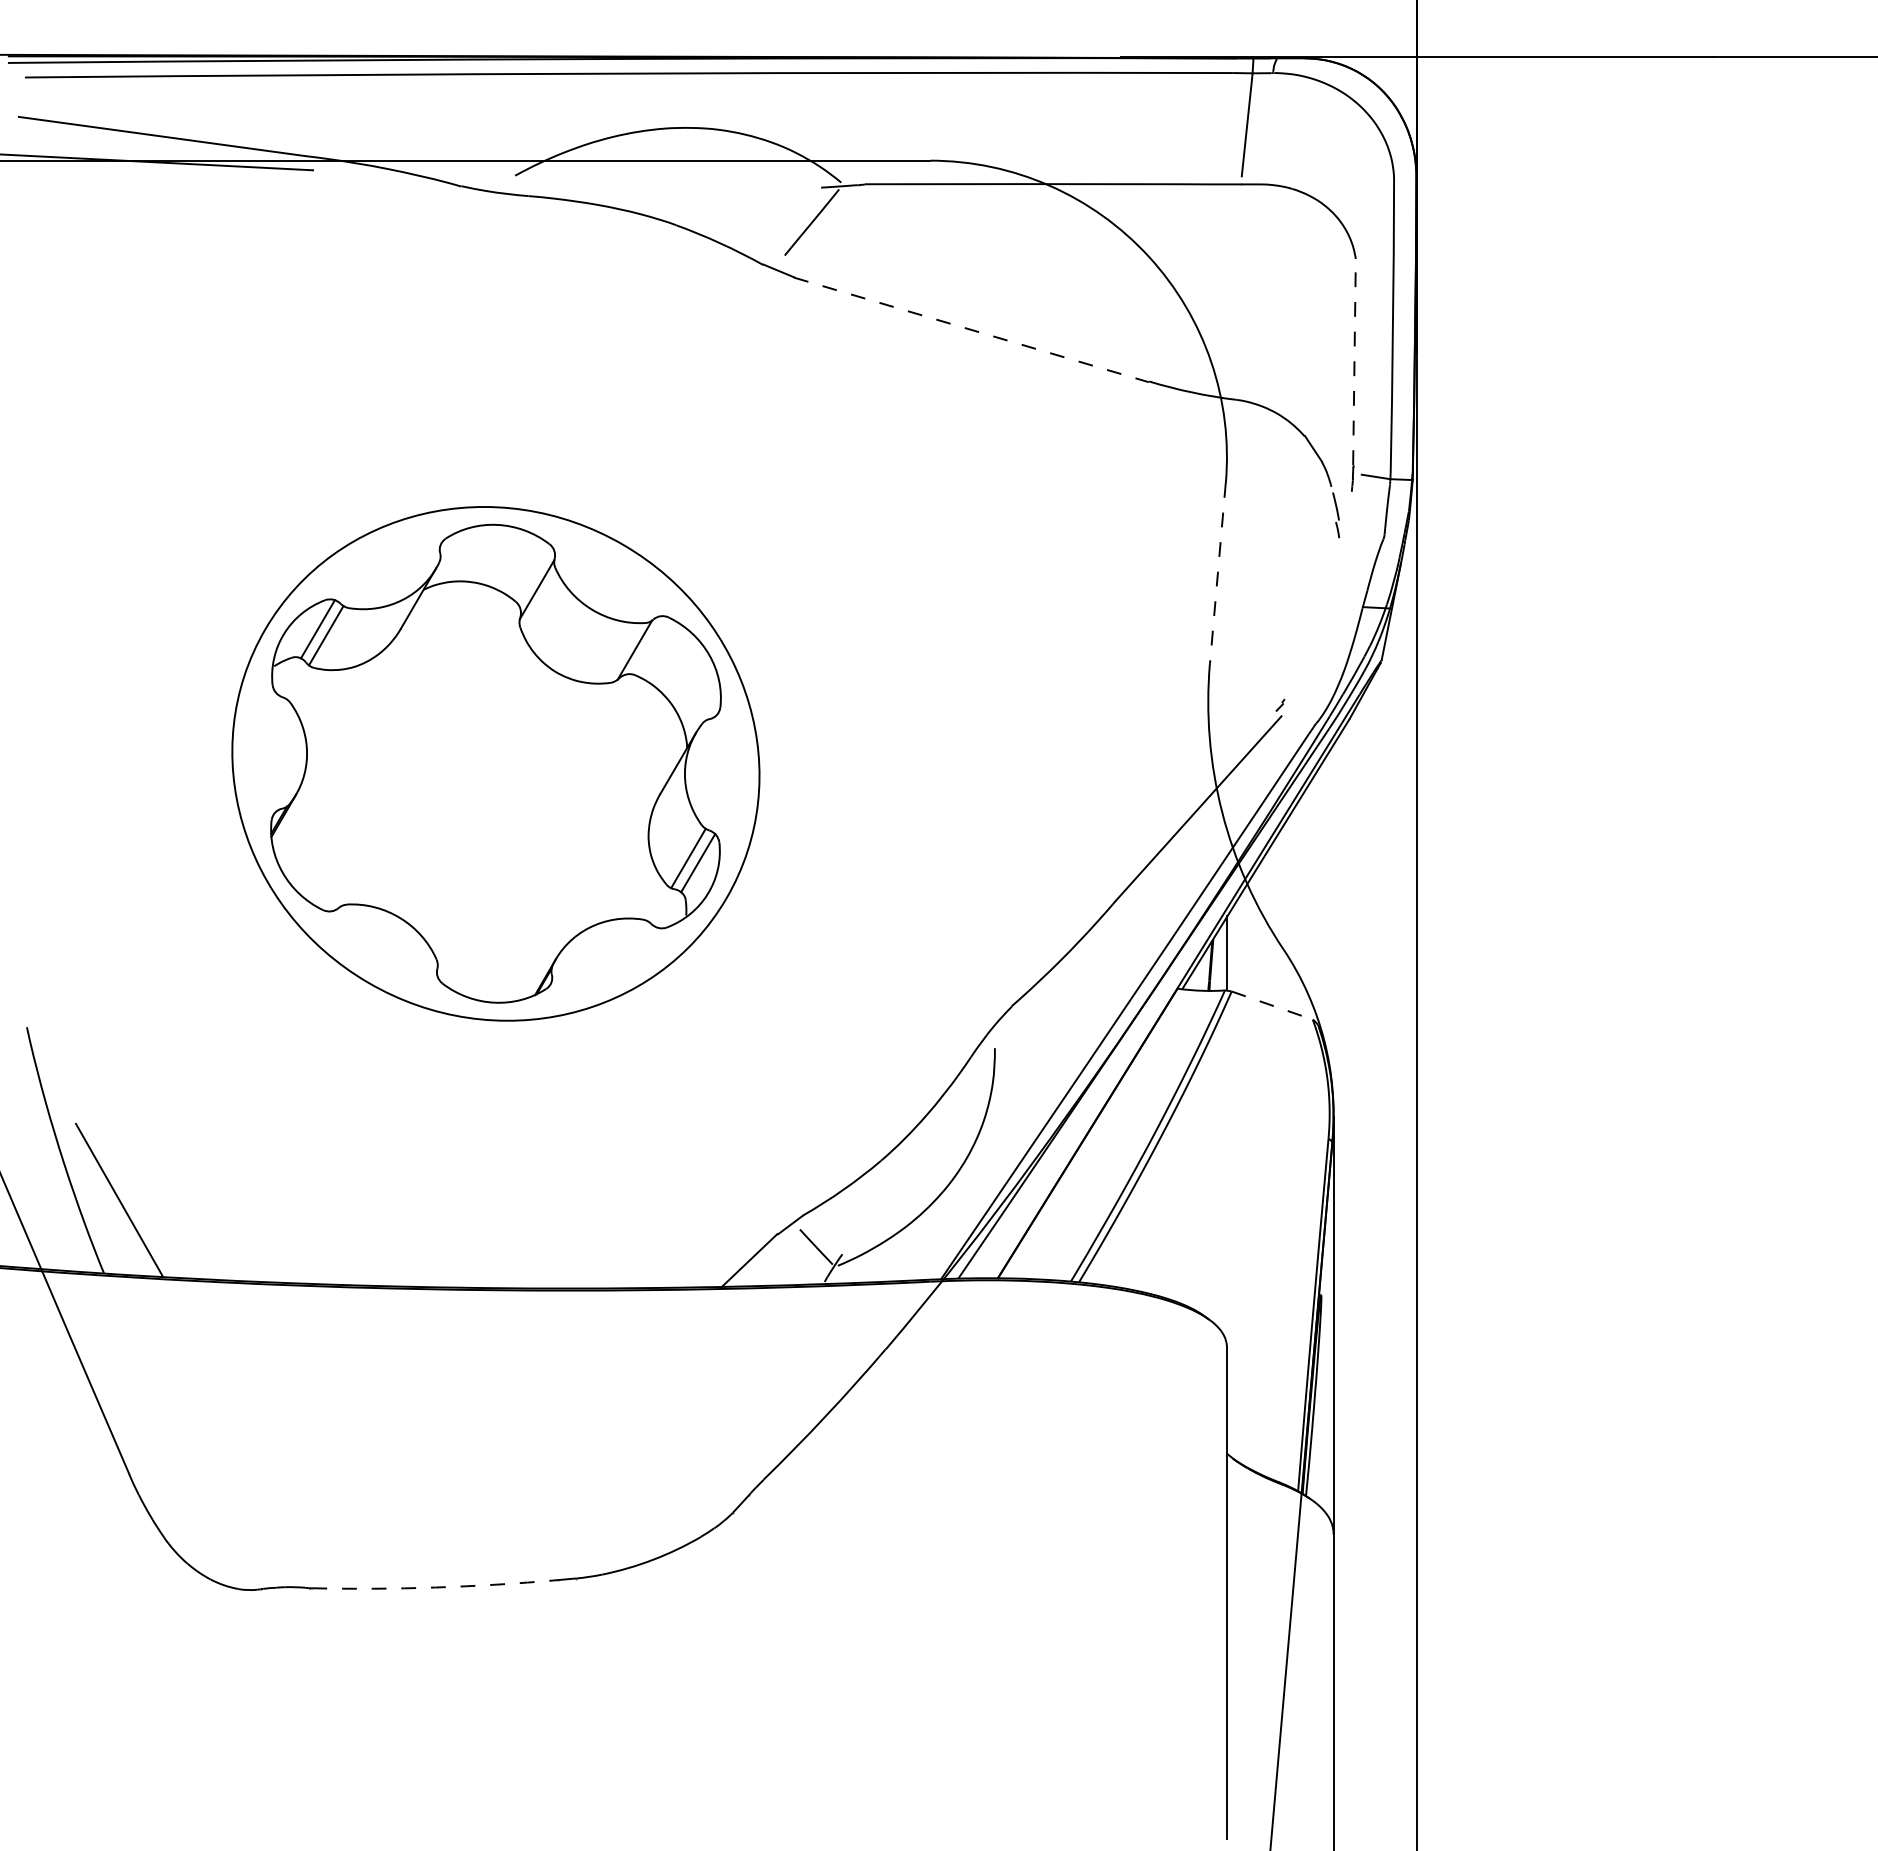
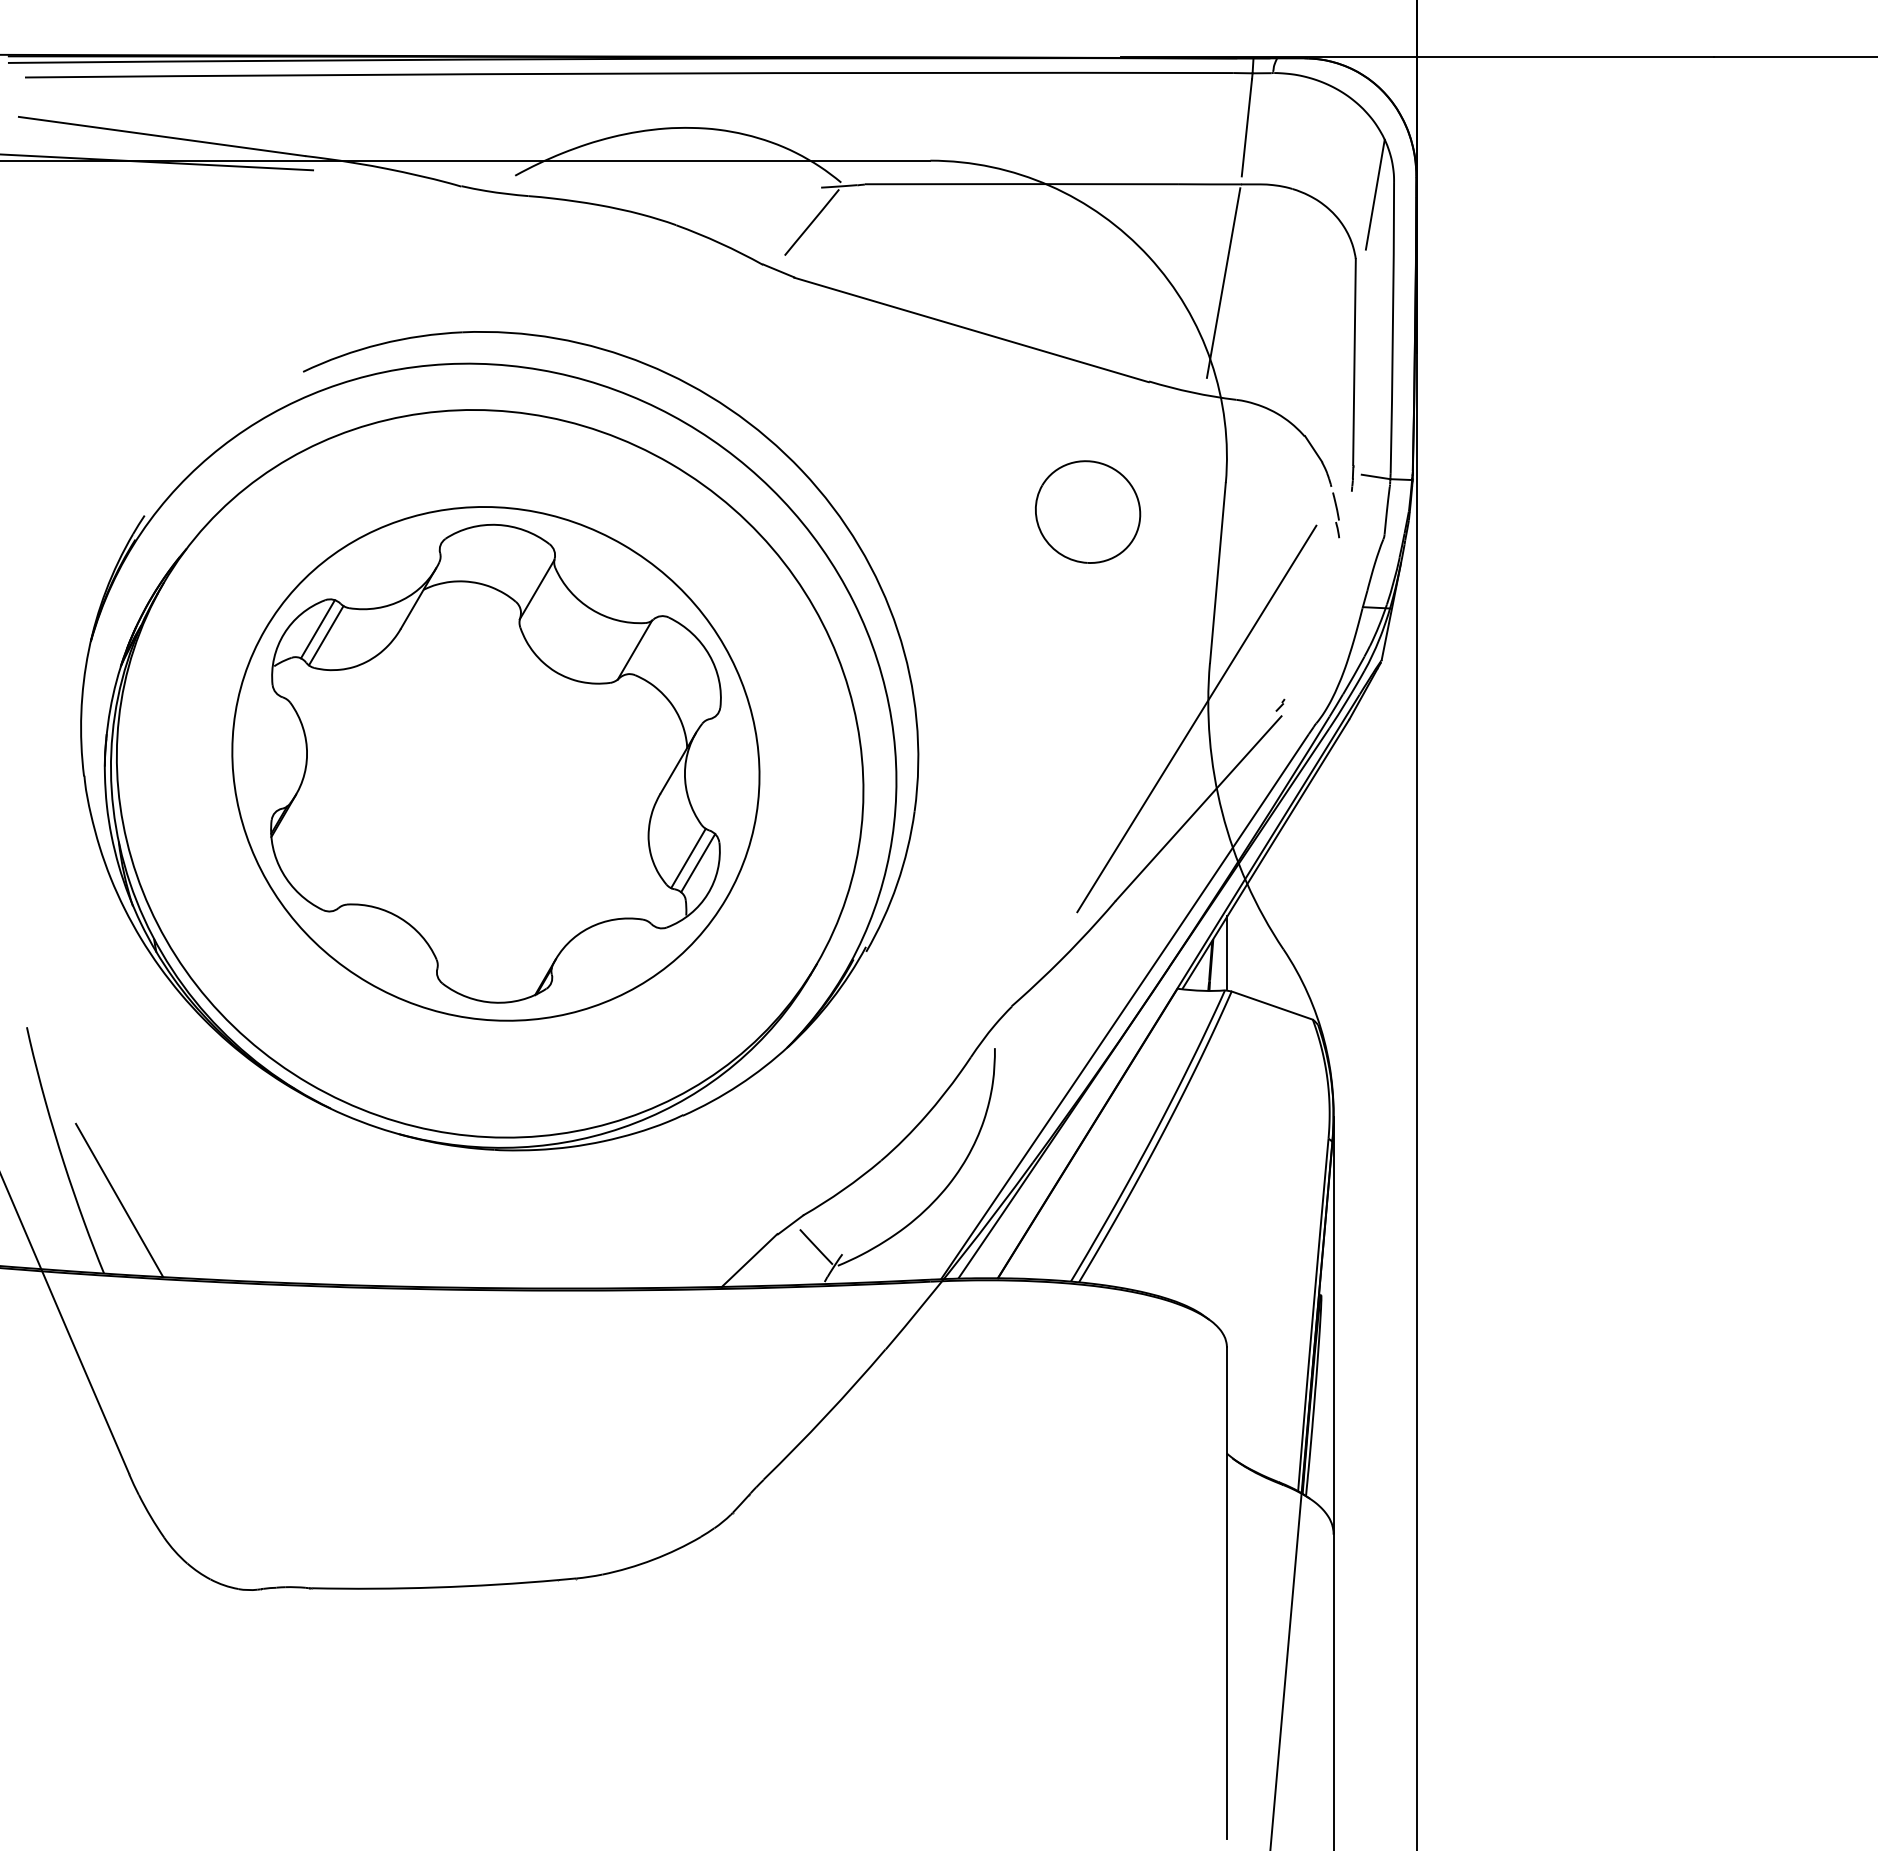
line at (1374, 194): none -> present
line at (1223, 282): none -> present
line at (971, 329): dashed -> solid
line at (1354, 361): dashed -> solid
part at (1088, 511): none -> present
line at (1217, 573): dashed -> solid
line at (1196, 718): none -> present
part at (499, 741): none -> present
line at (1272, 1005): dashed -> solid
arc at (435, 1587): dashed -> solid
